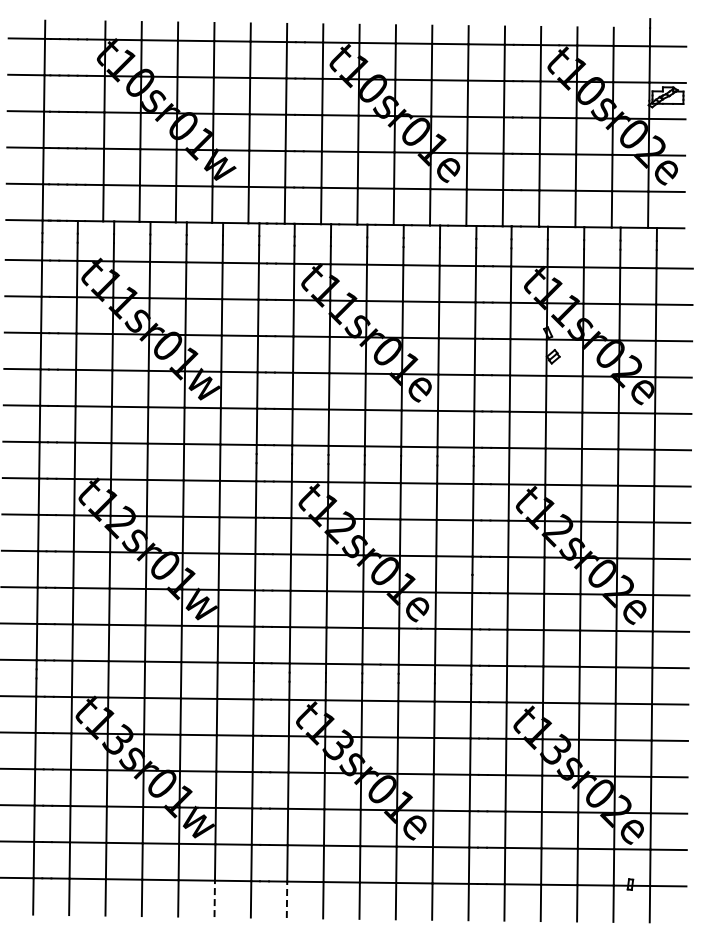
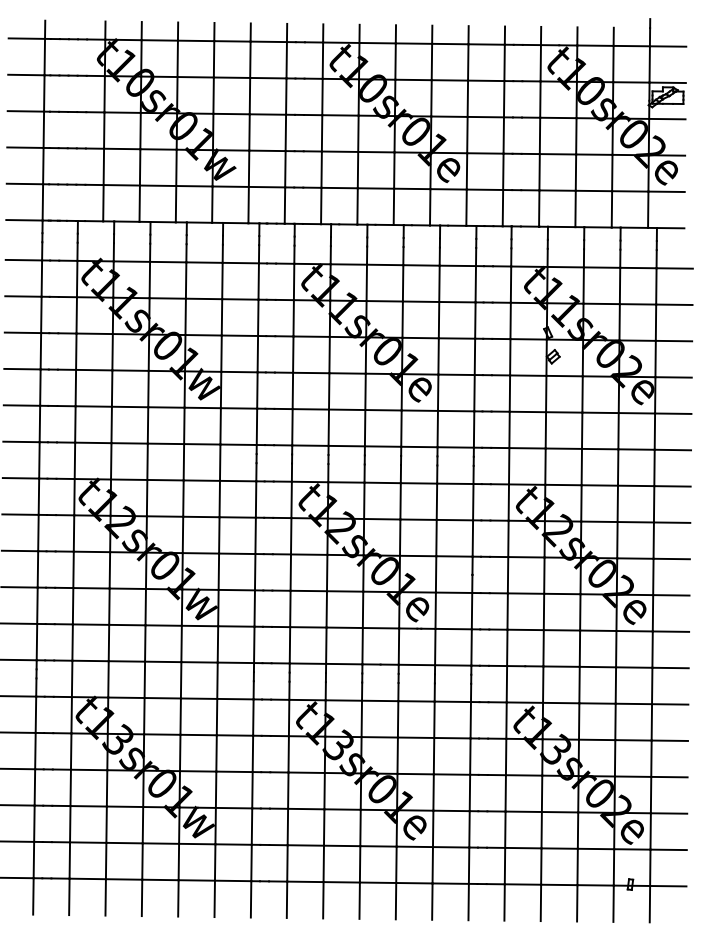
line at (214, 898): dashed -> solid
line at (287, 899): dashed -> solid
